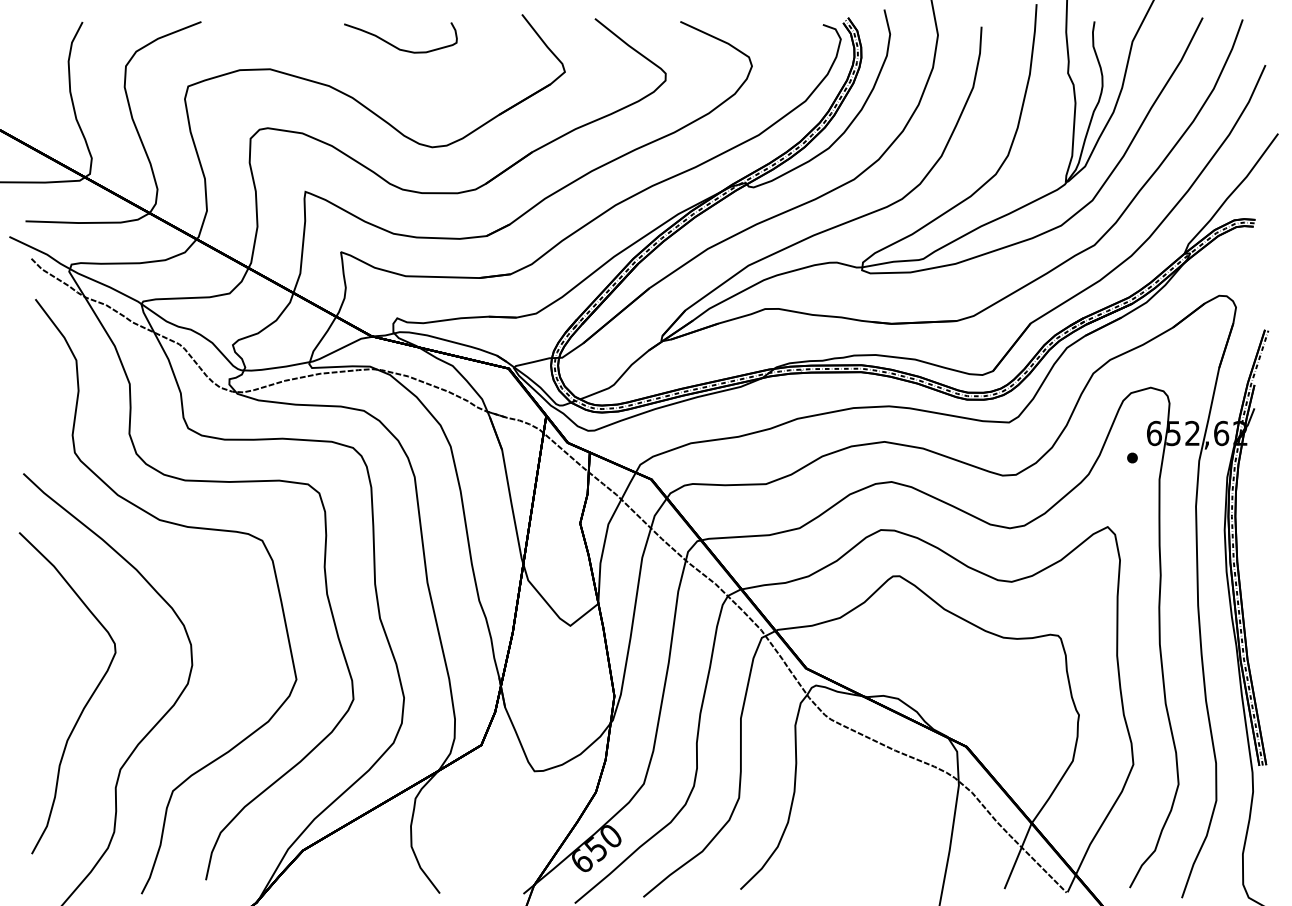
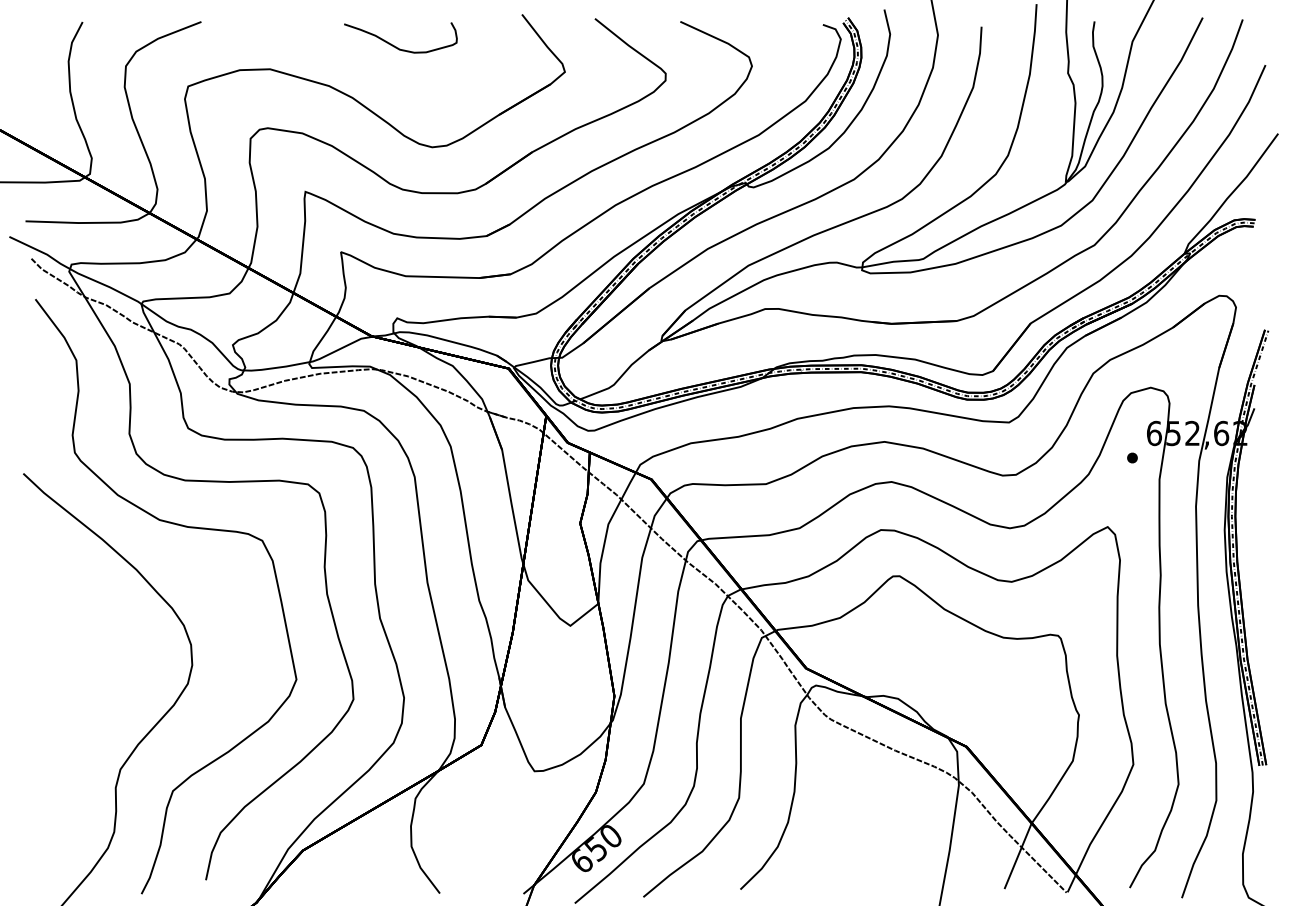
curve at (84, 705): present -> none
